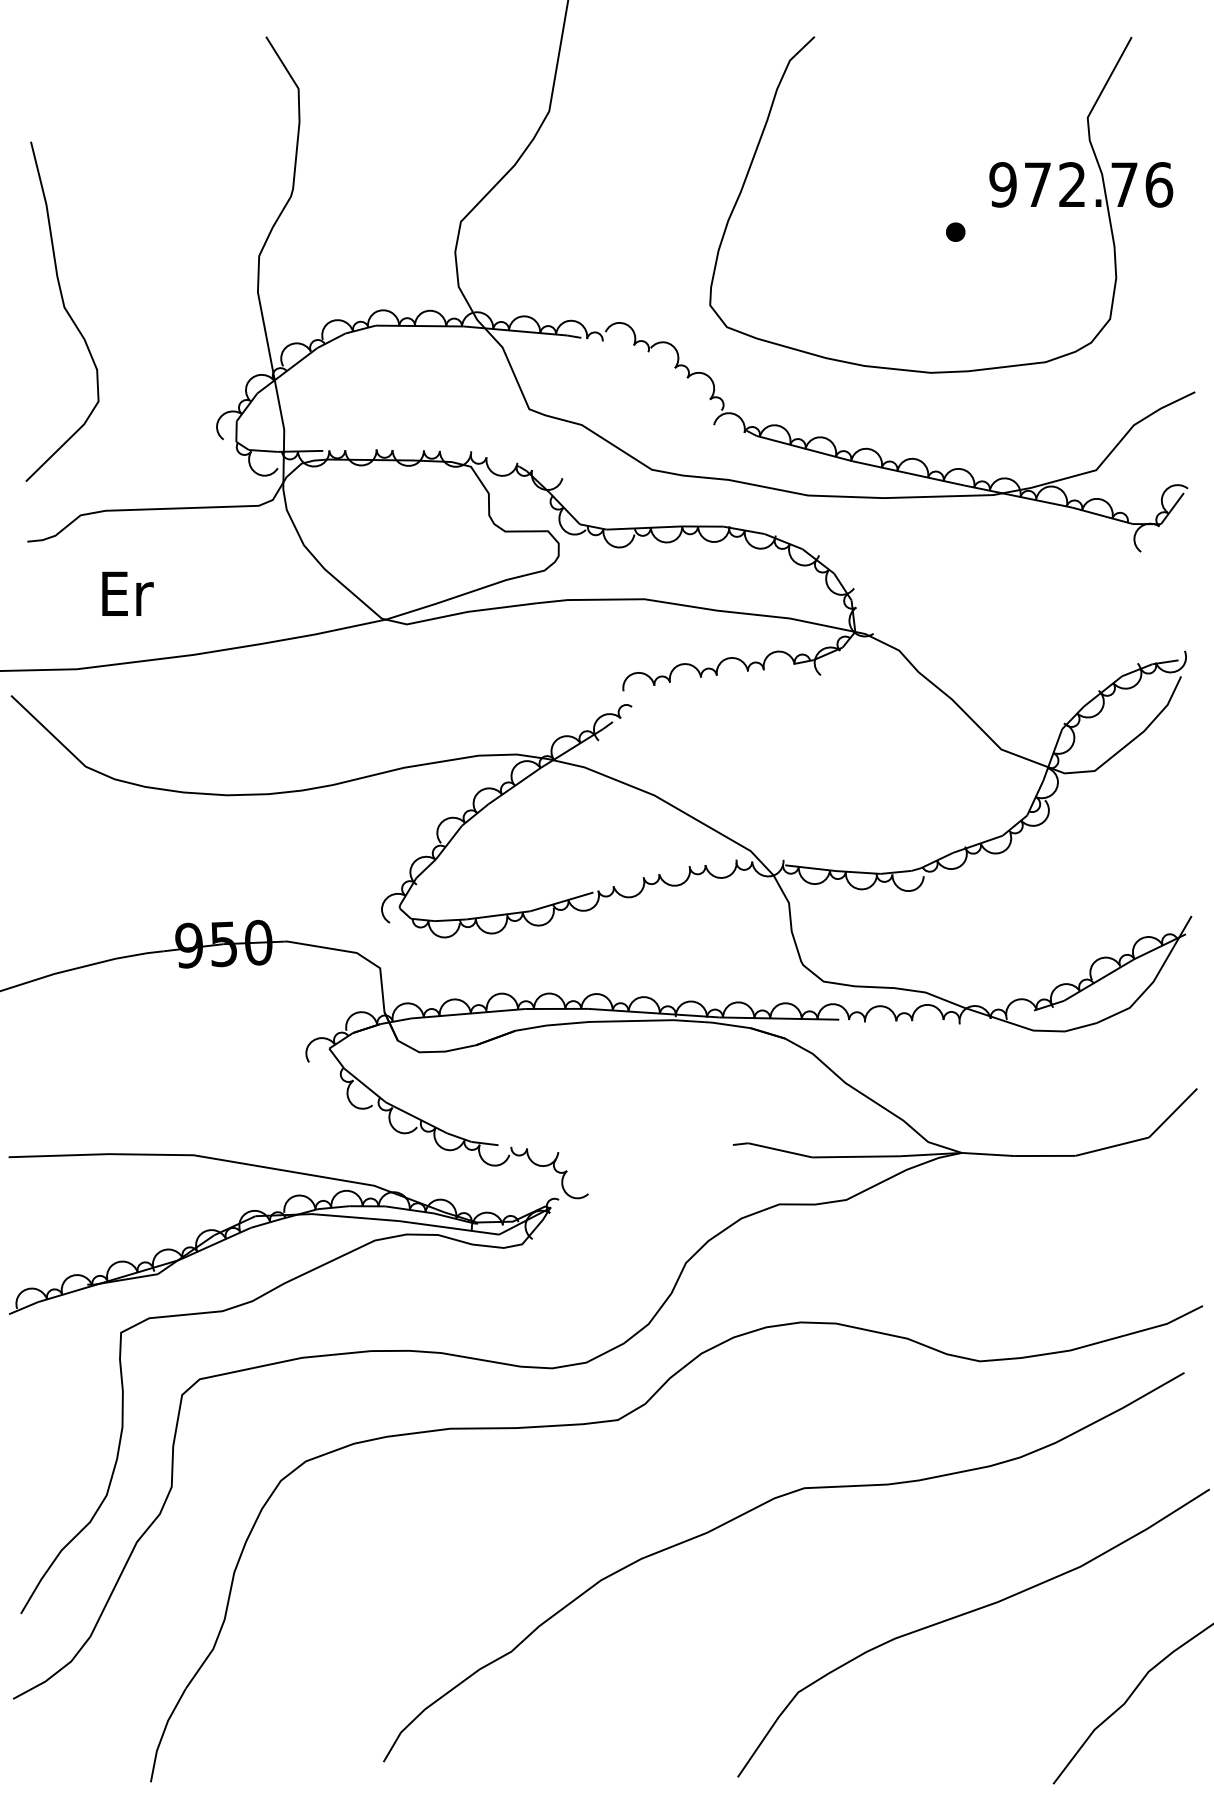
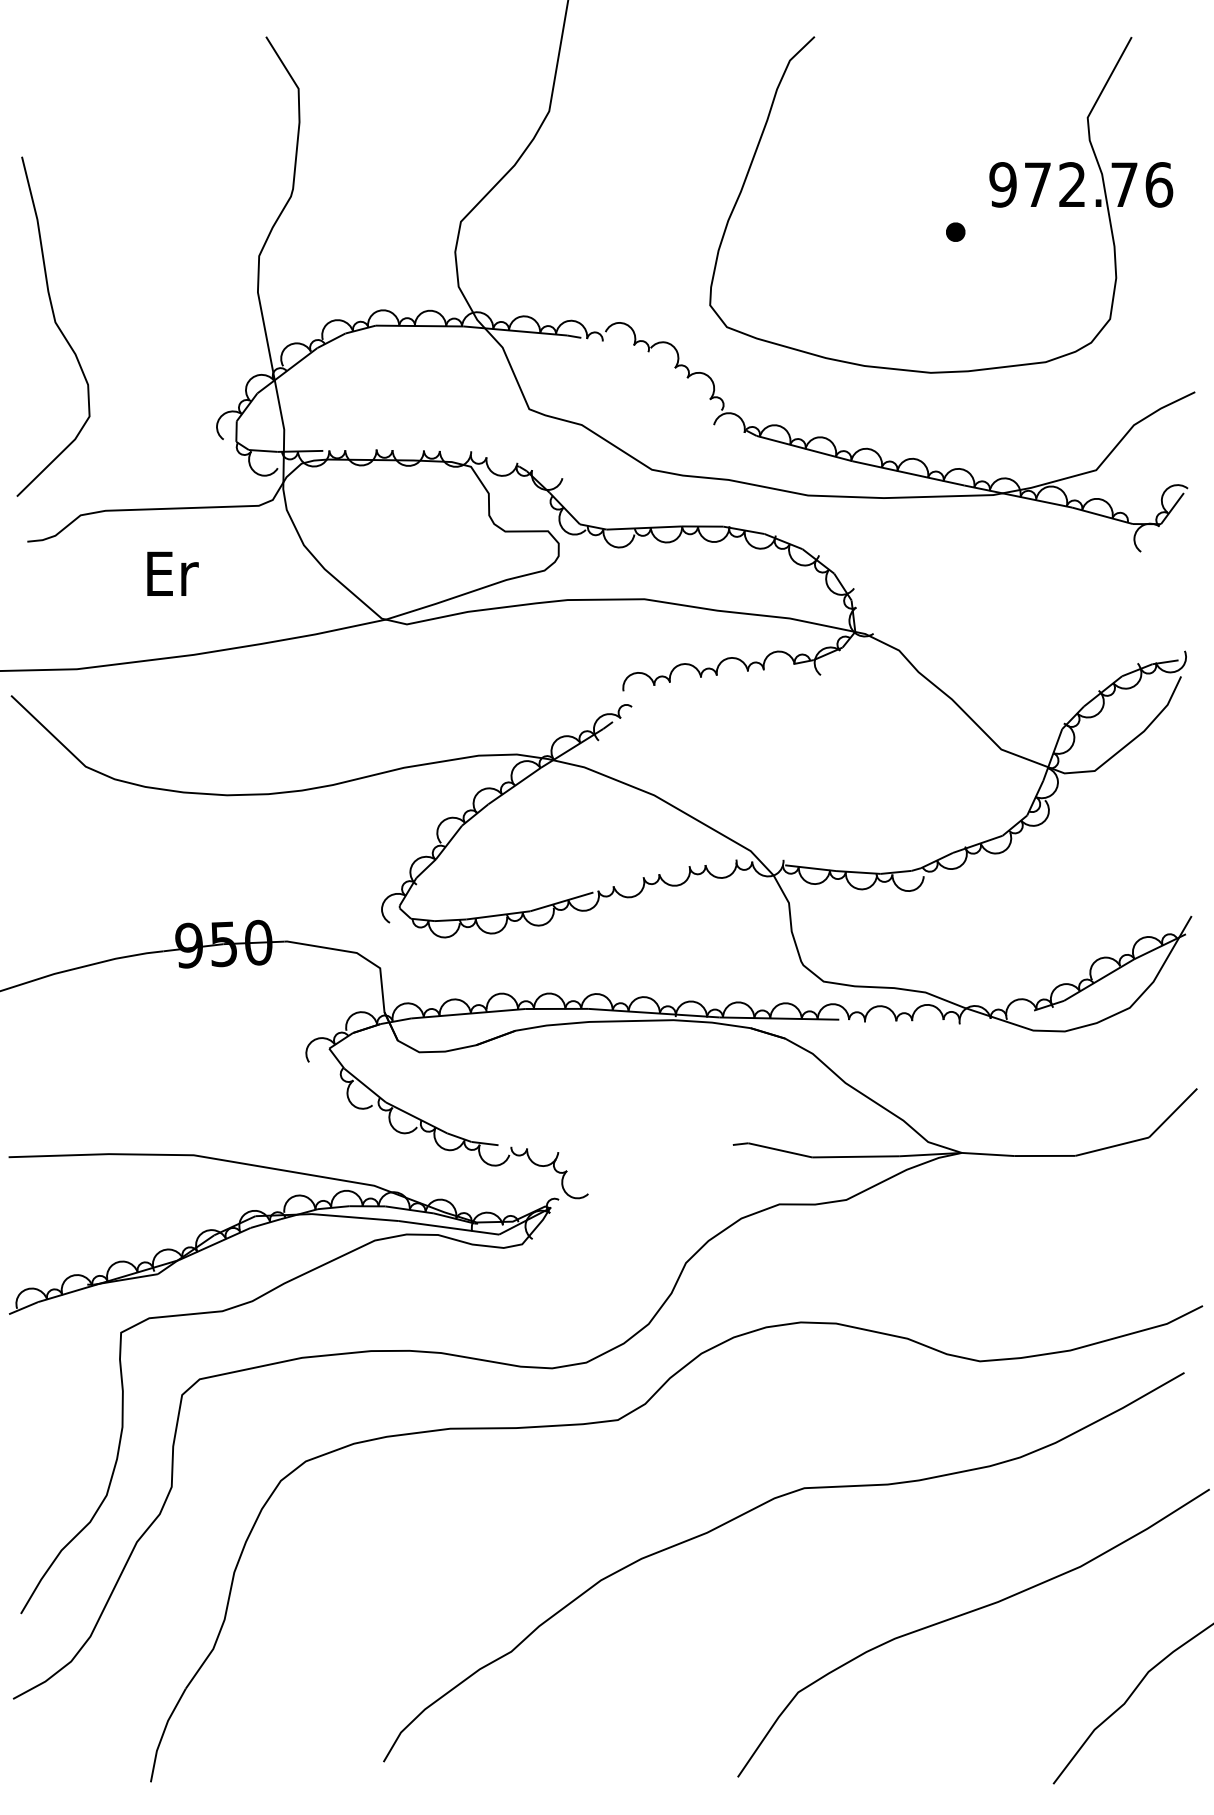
curve at (64, 309) position: (64, 309) -> (55, 324)
text at (127, 593) position: (127, 593) -> (172, 573)
